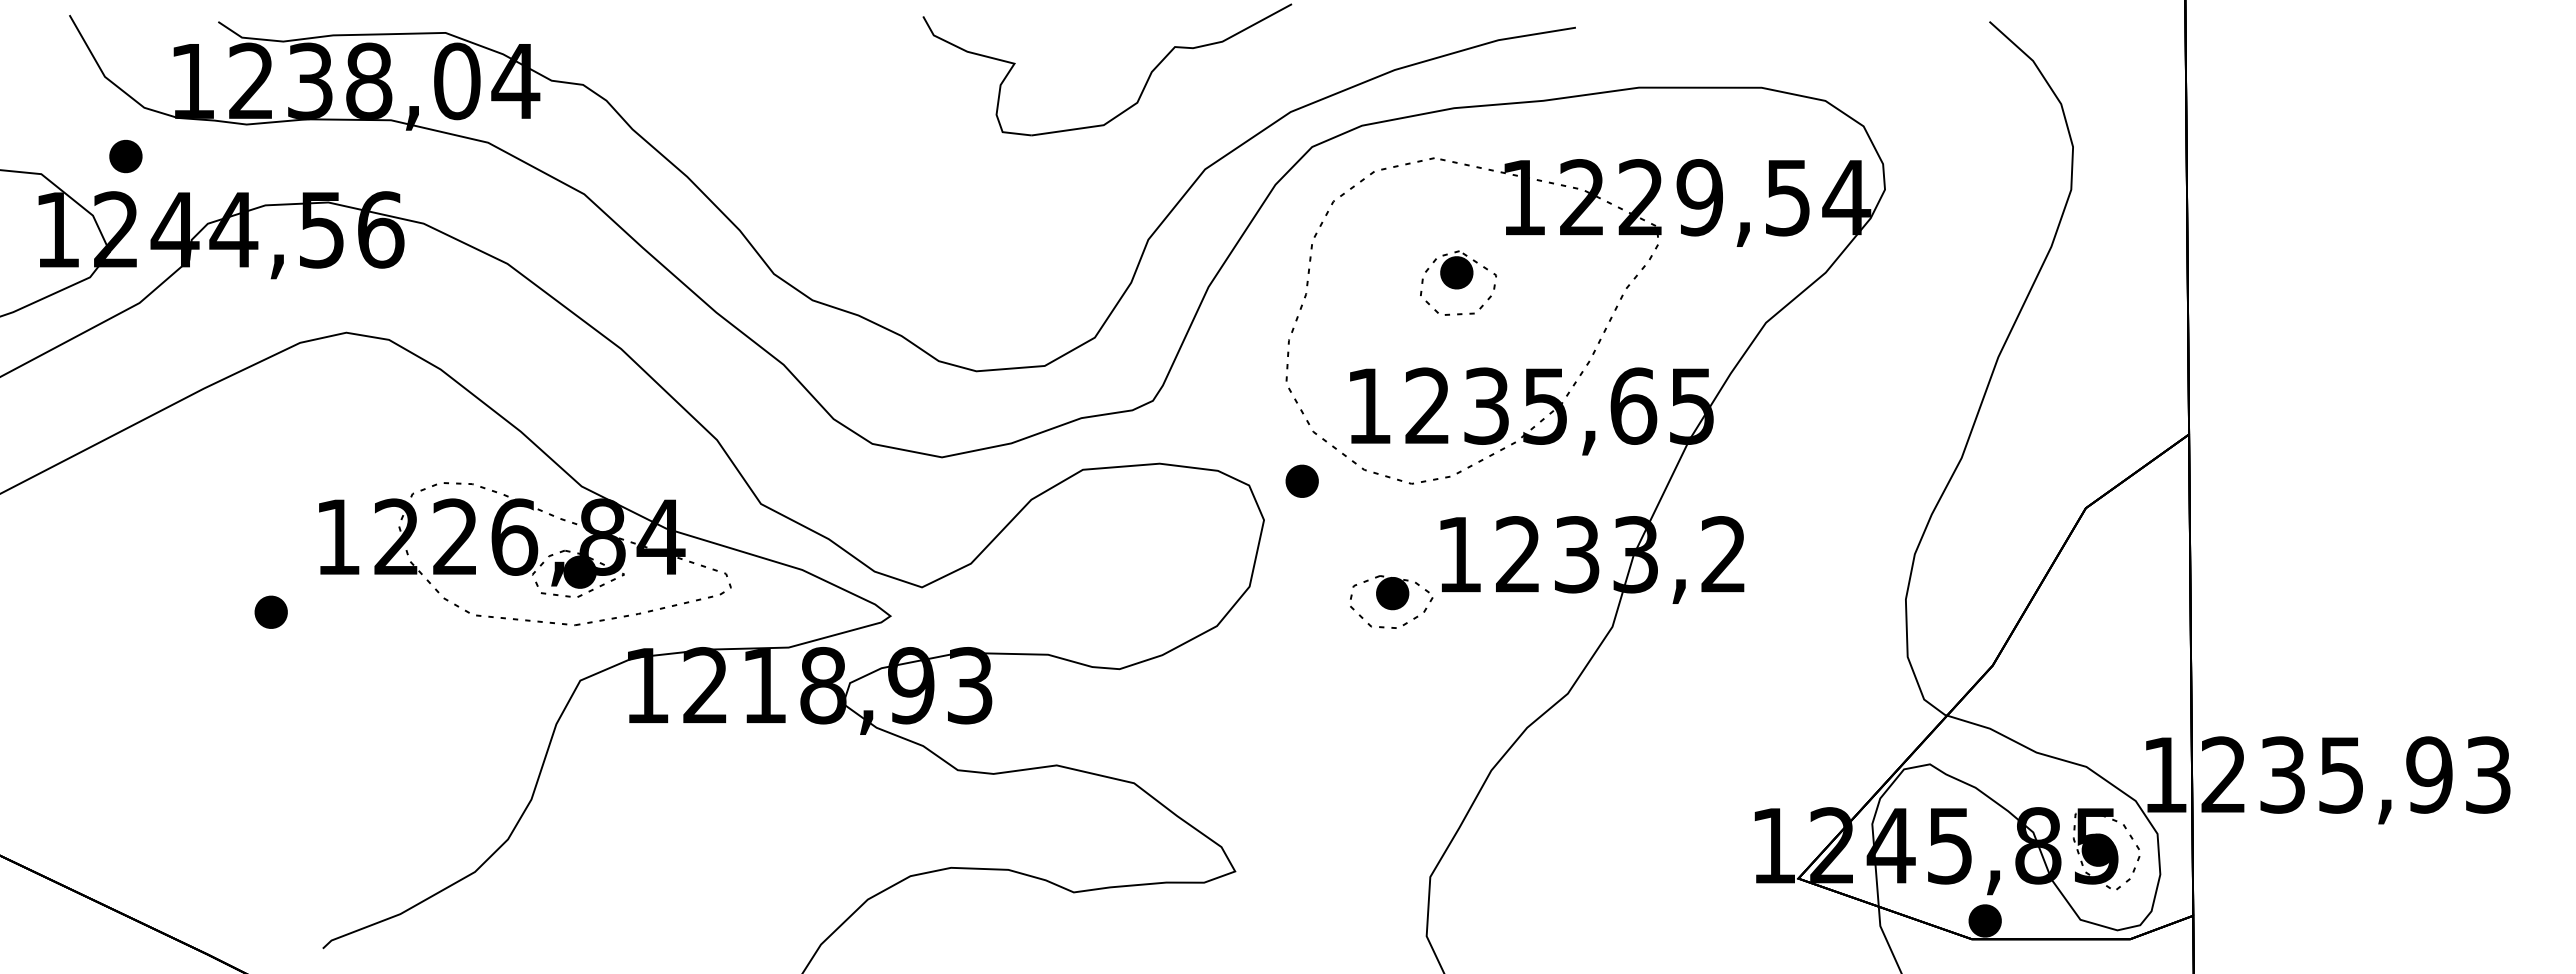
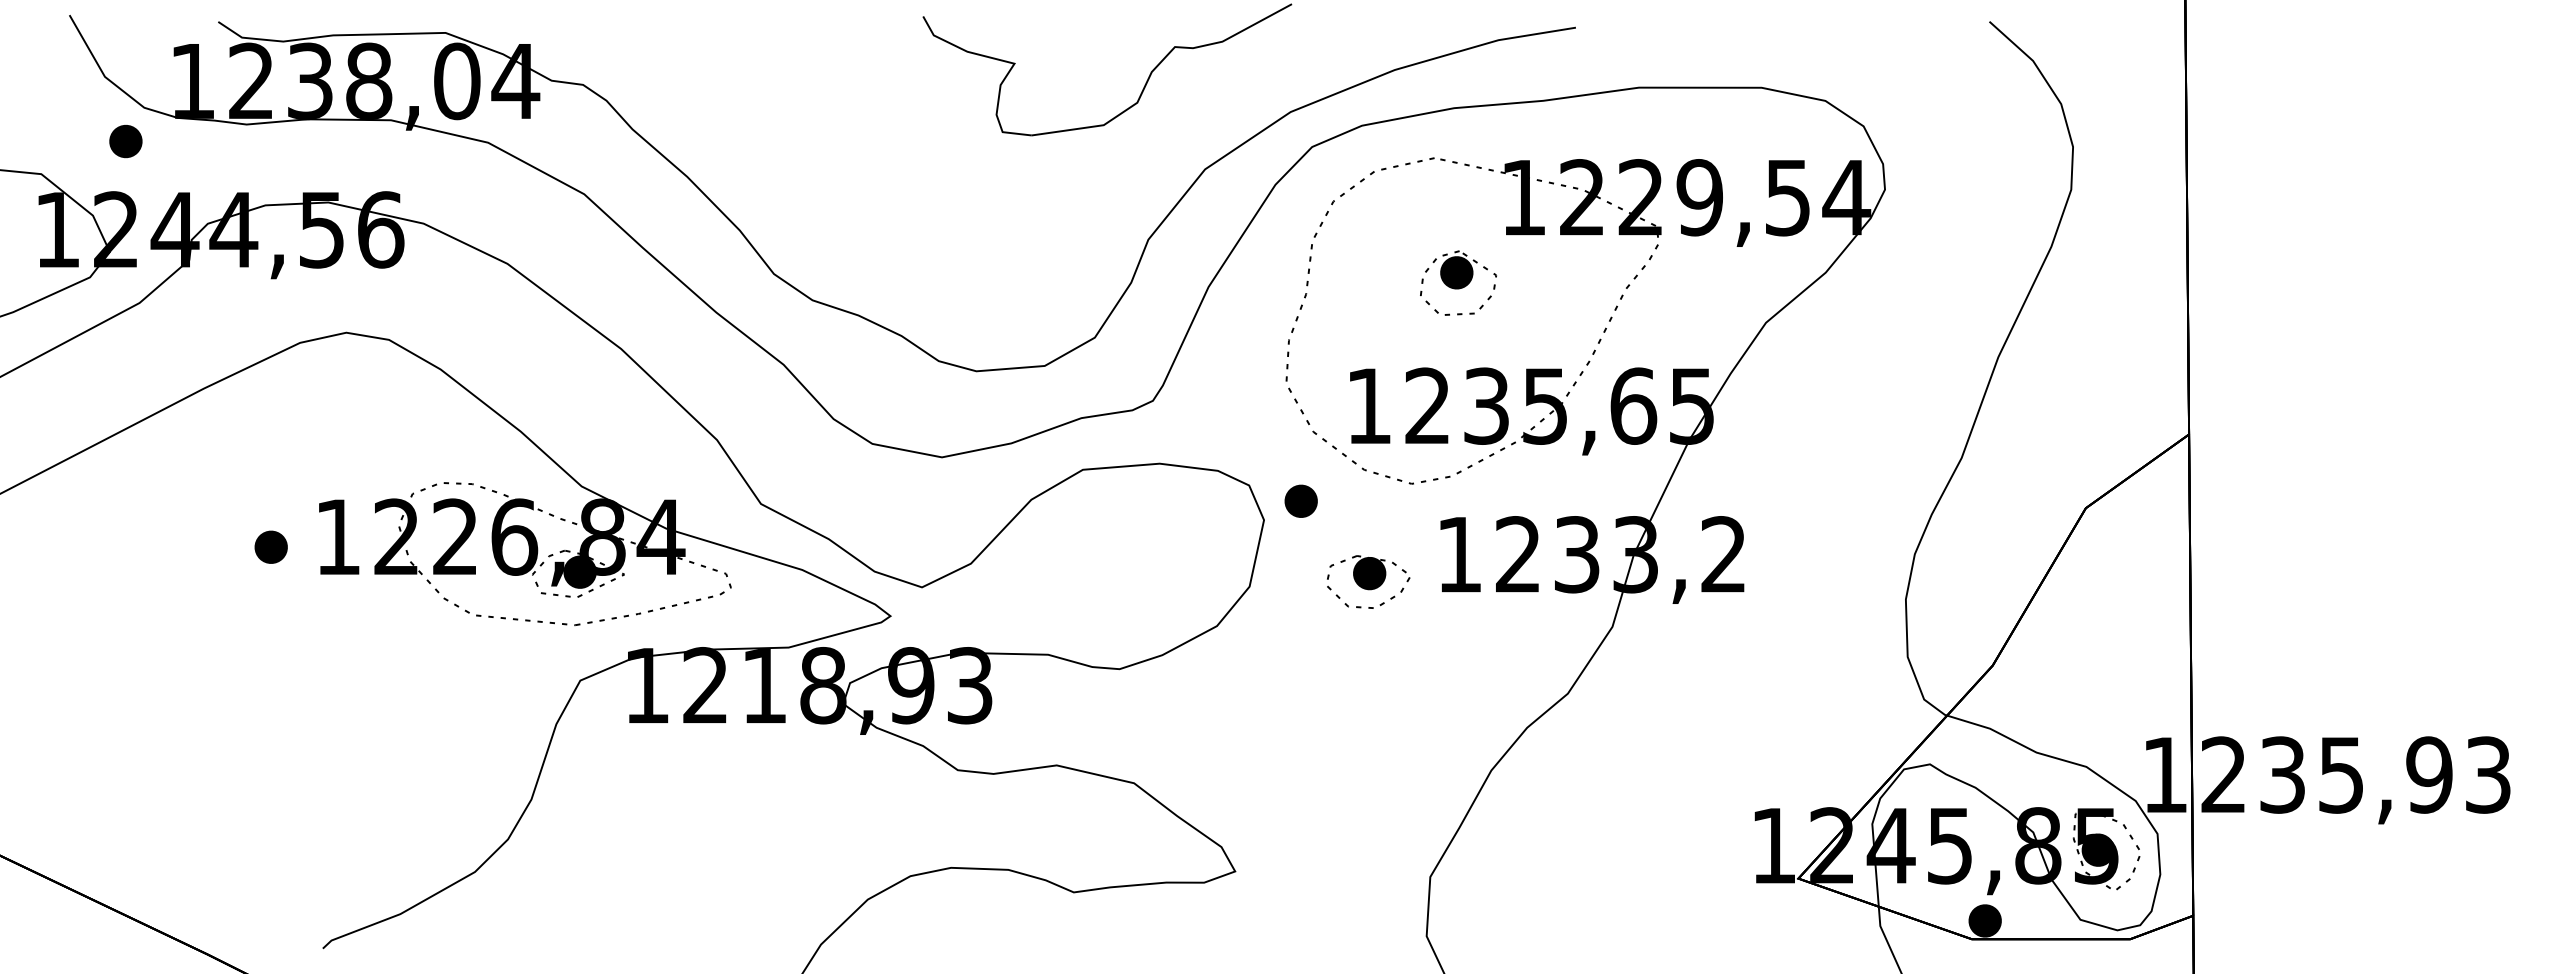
part at (125, 156) position: (125, 156) -> (125, 141)
part at (1301, 480) position: (1301, 480) -> (1300, 500)
part at (1391, 601) position: (1391, 601) -> (1368, 581)
part at (270, 611) position: (270, 611) -> (270, 546)
